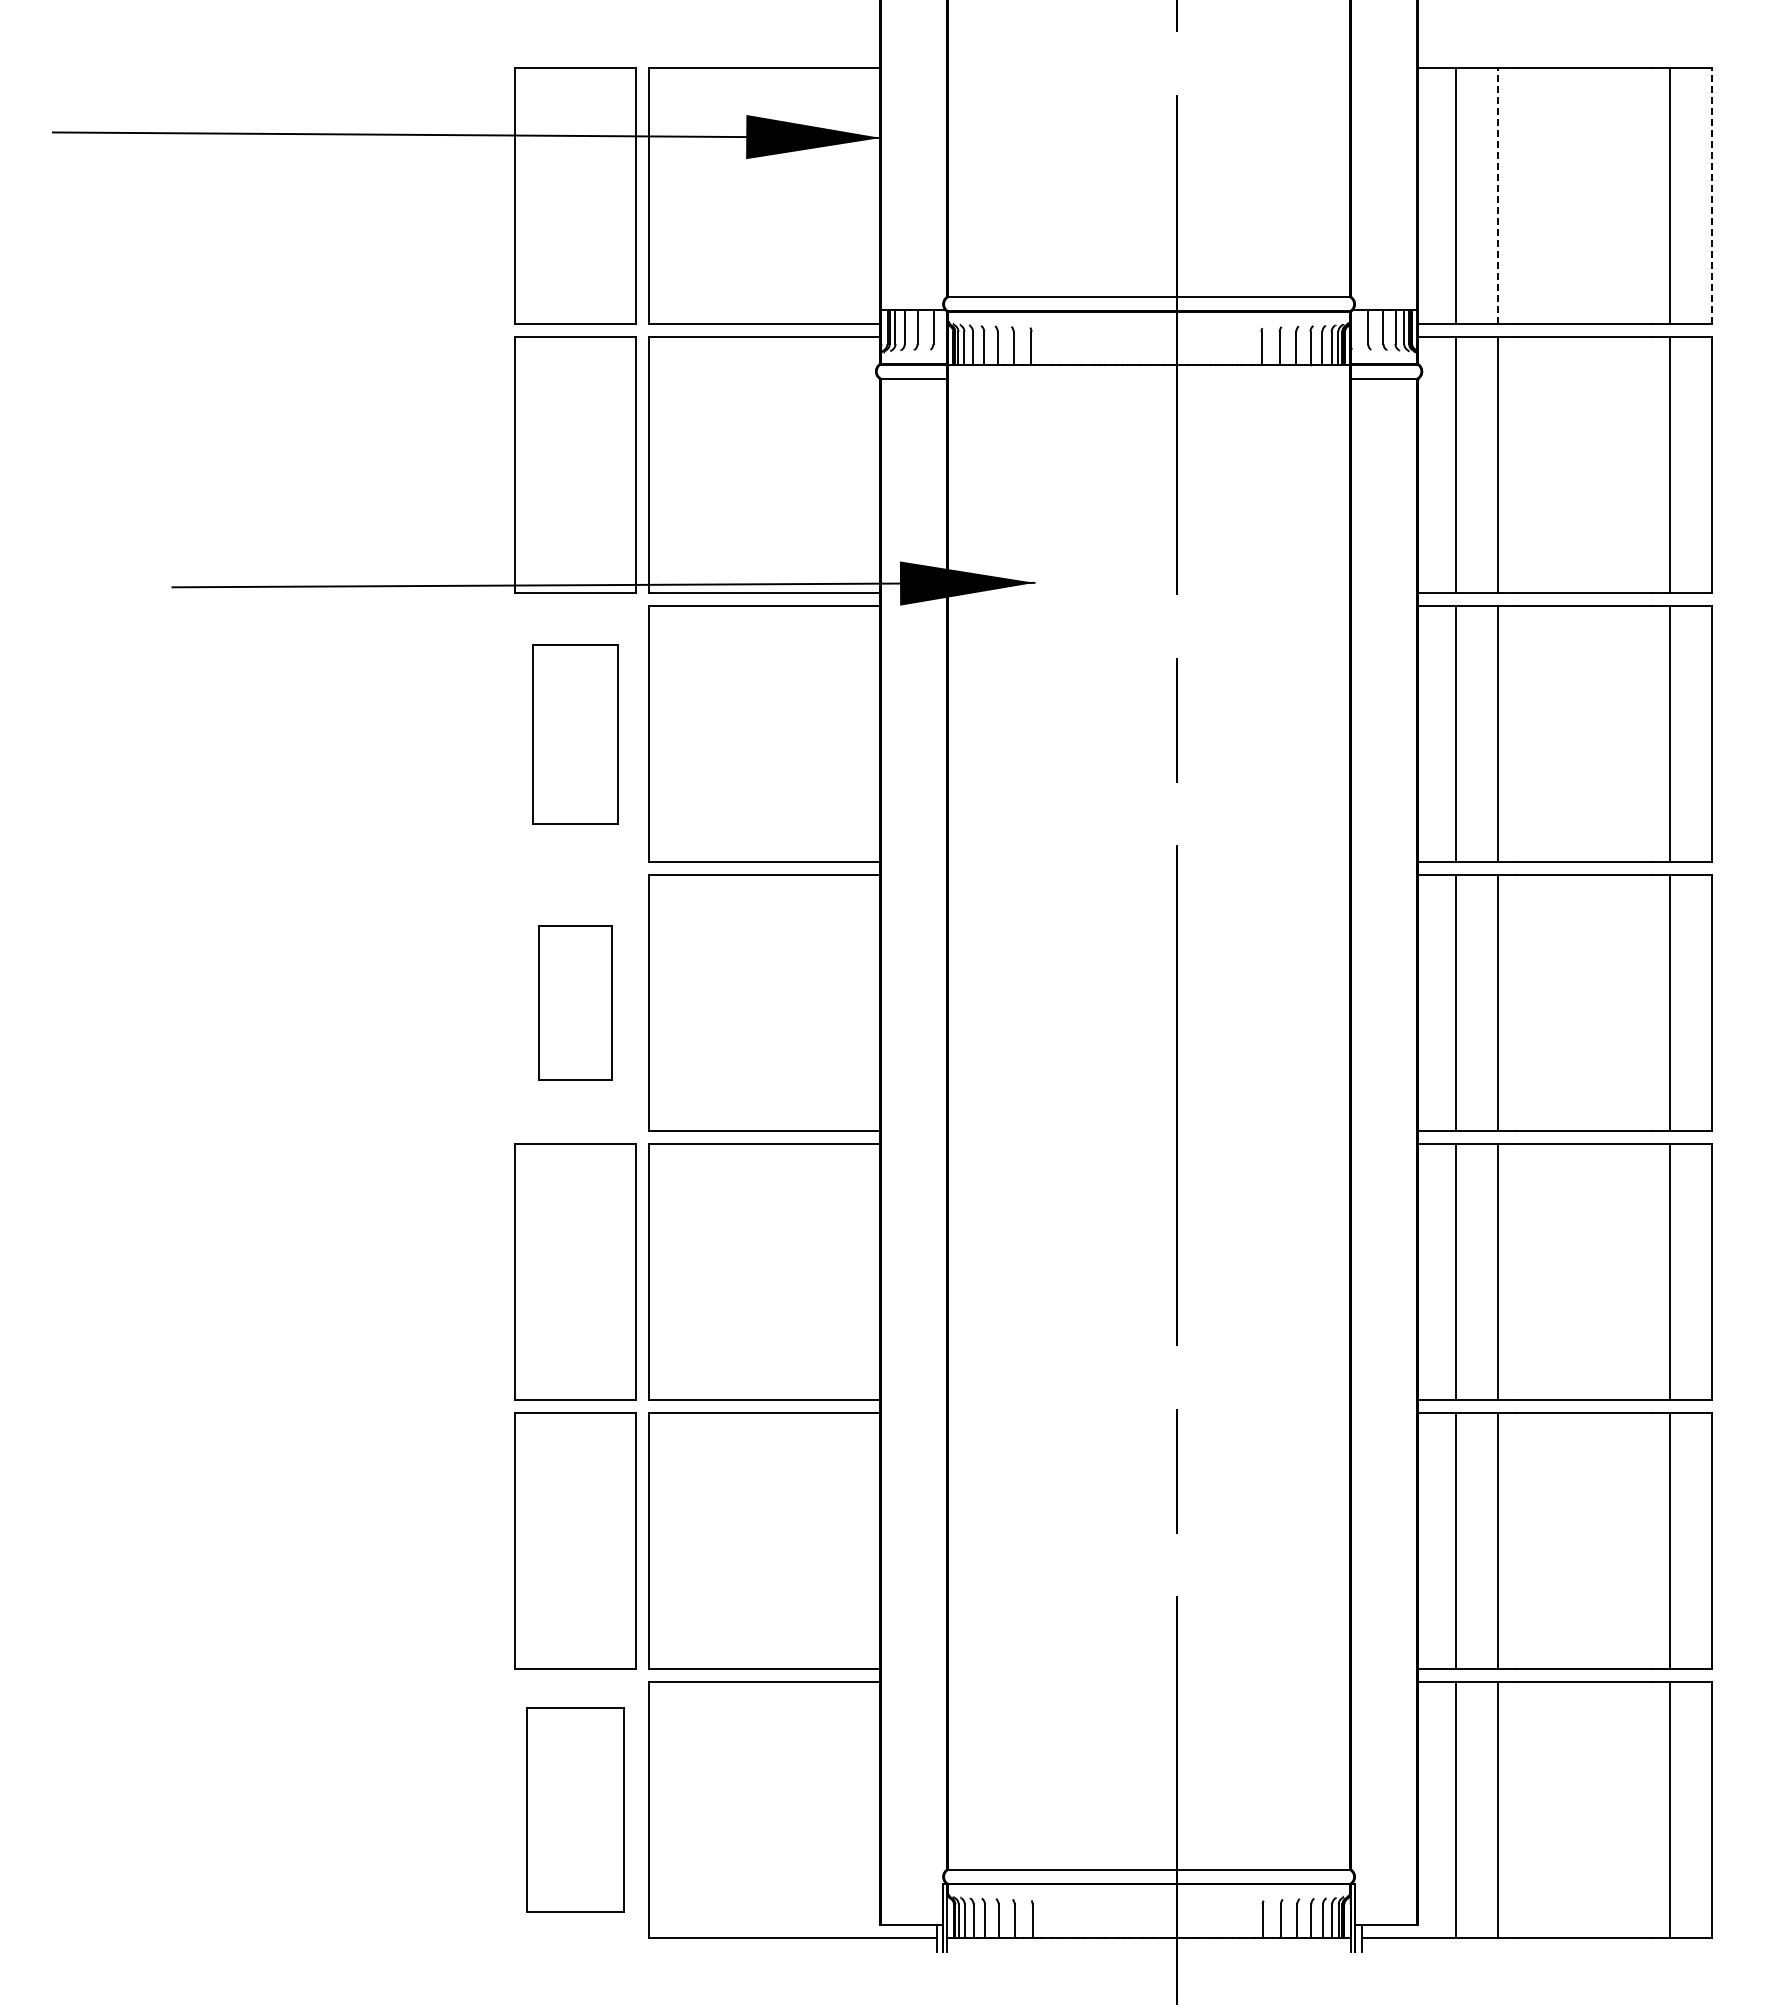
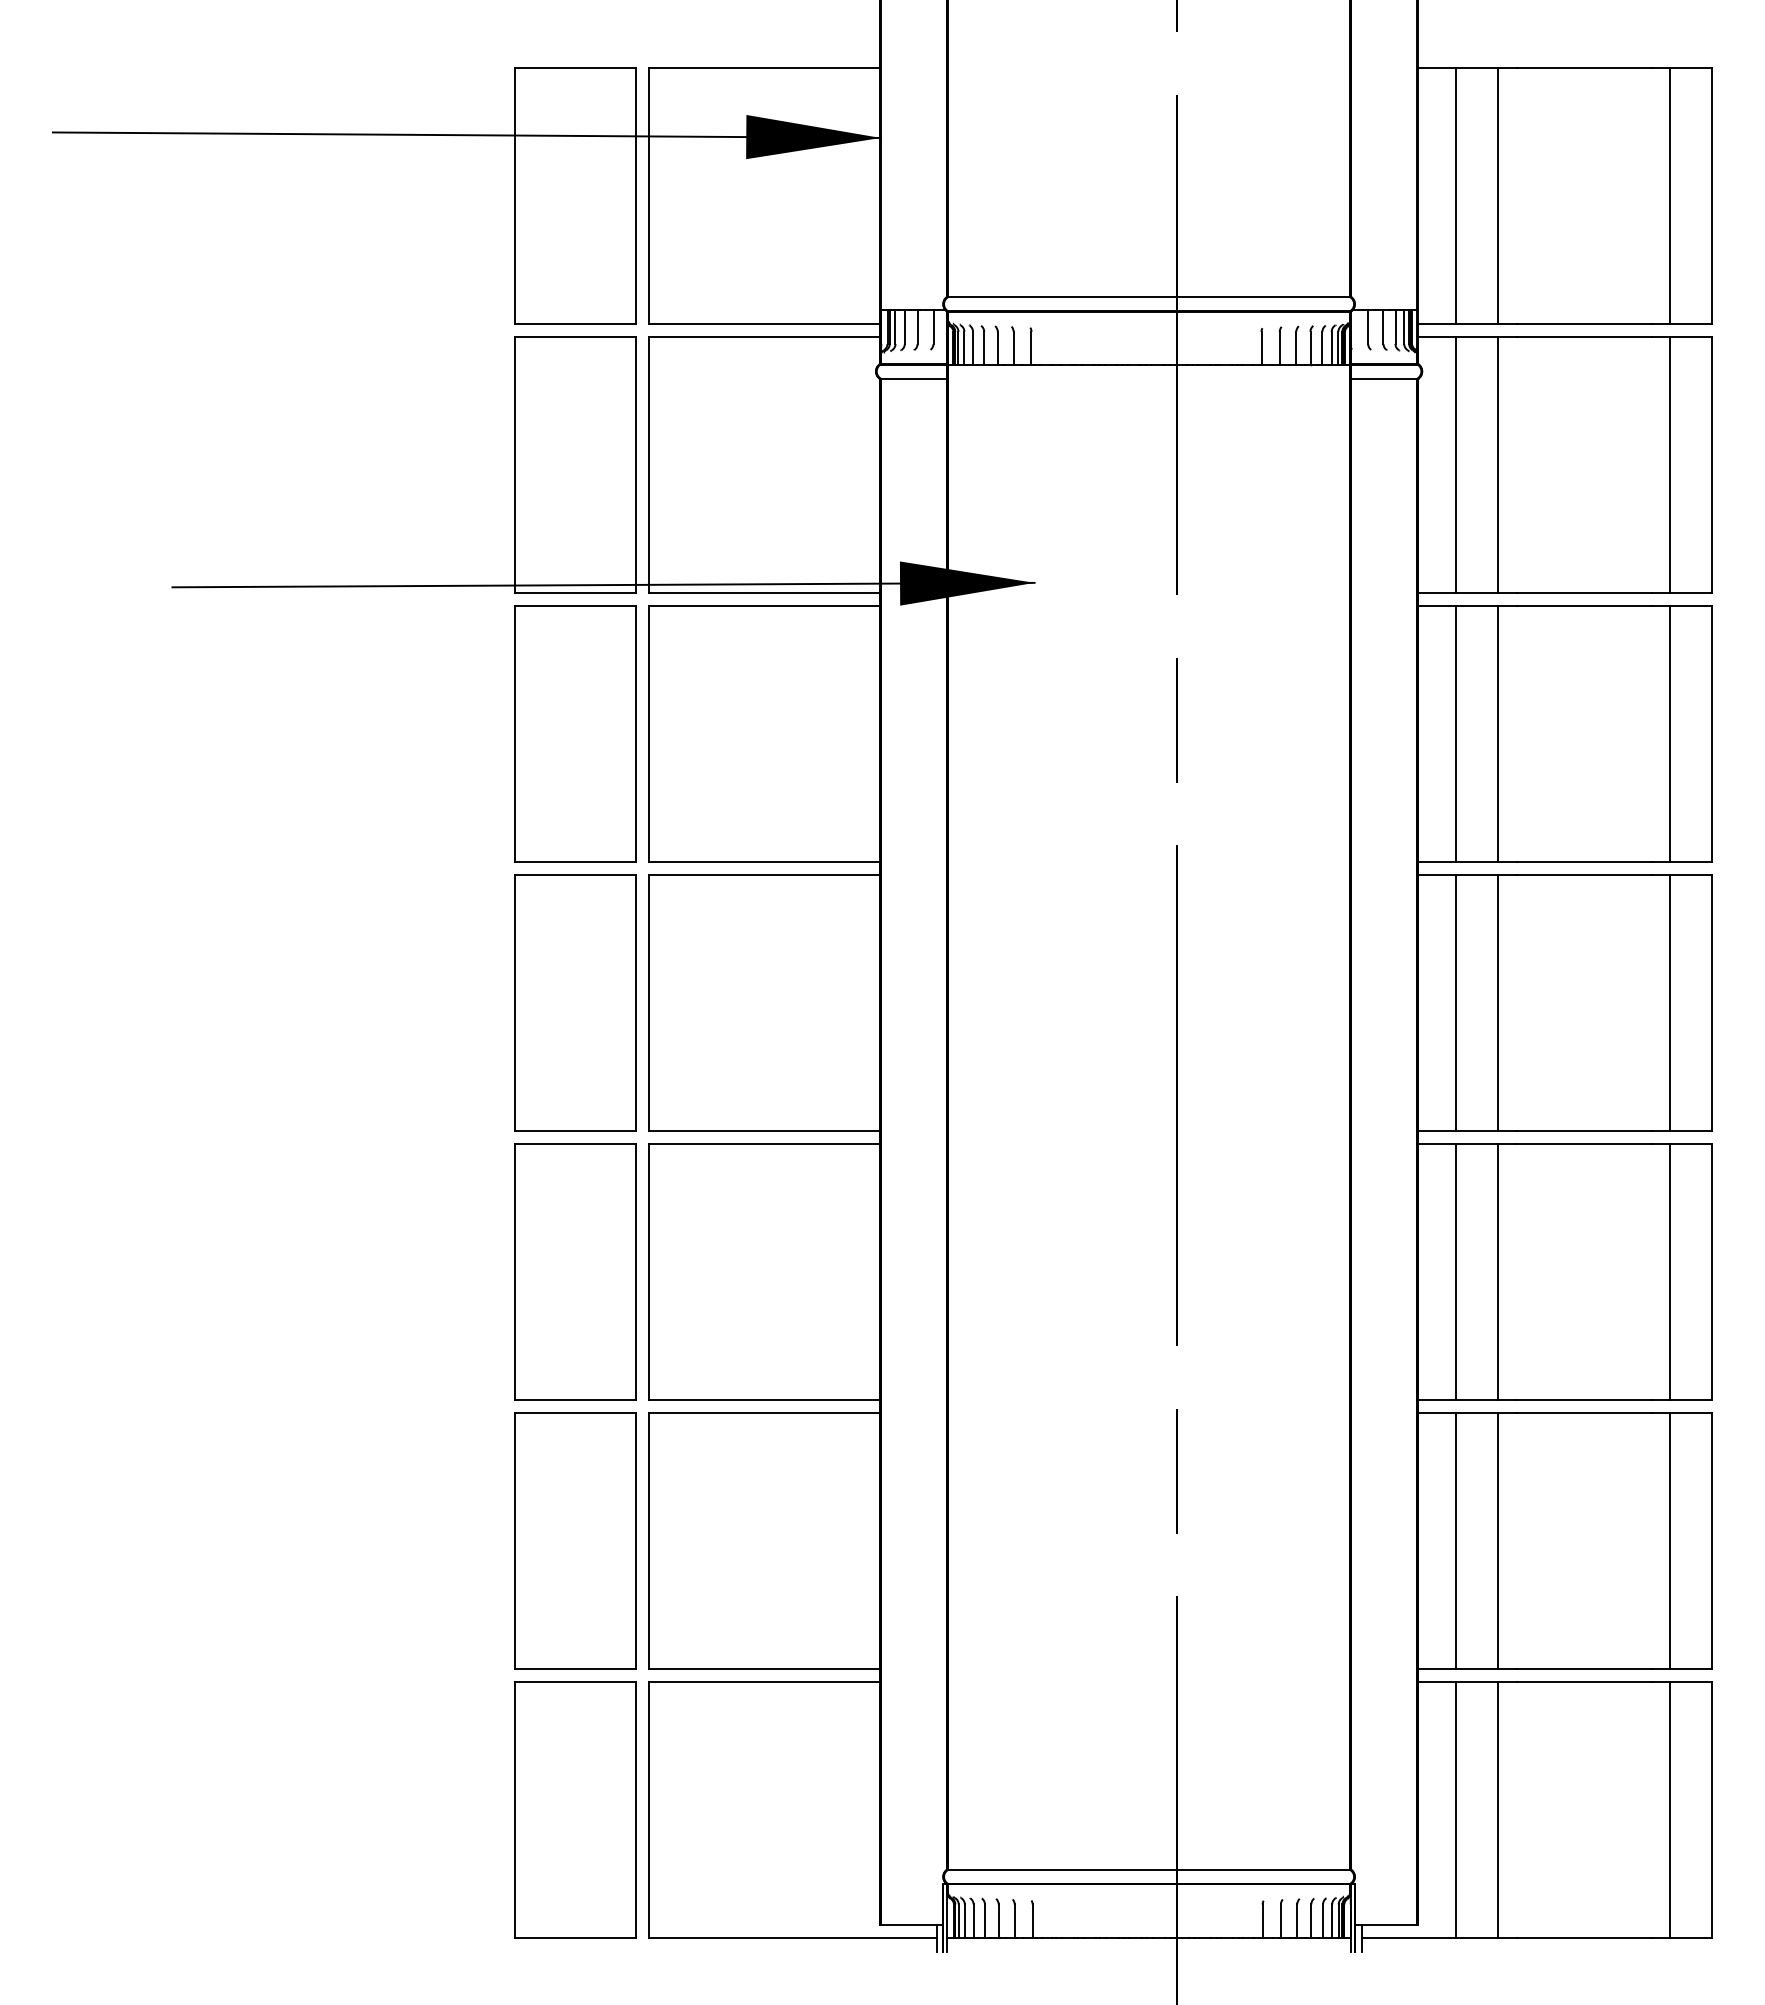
line at (1498, 195): dashed -> solid
line at (1712, 195): dashed -> solid
part at (575, 734) size: 87x181 px -> 123x258 px
part at (575, 1002) size: 75x156 px -> 123x258 px
part at (575, 1809) size: 99x206 px -> 123x258 px
